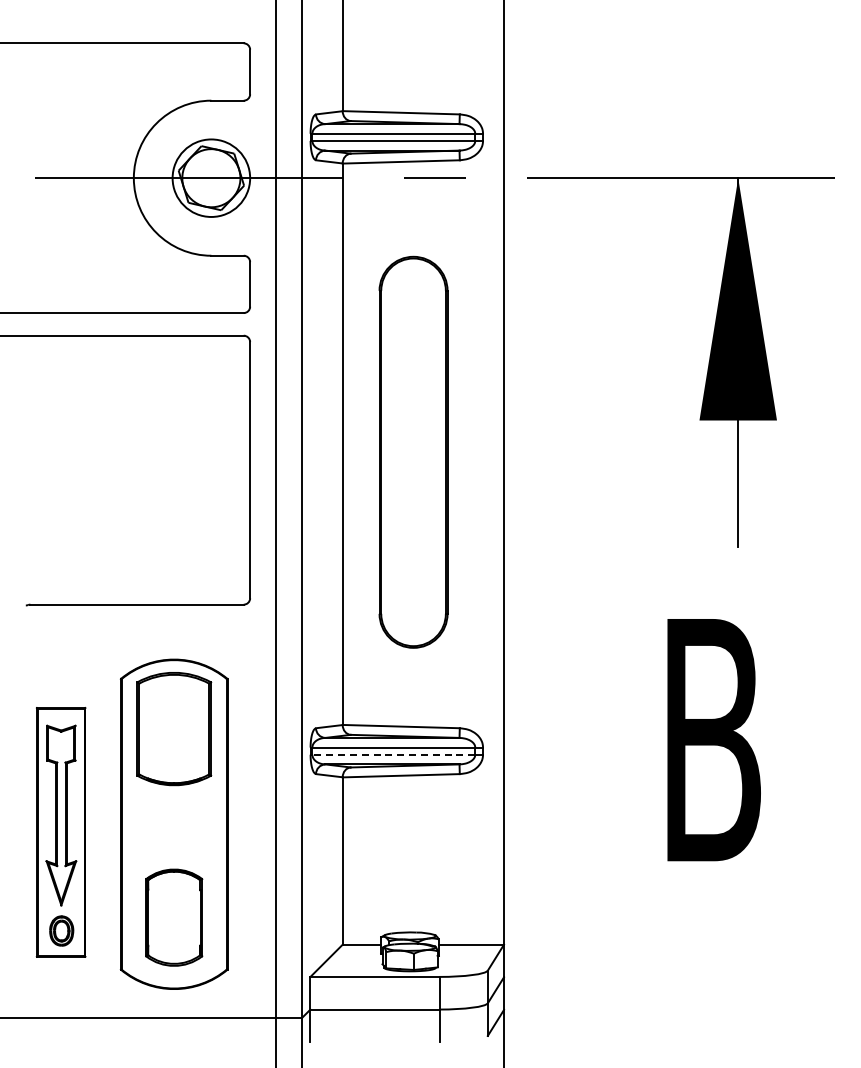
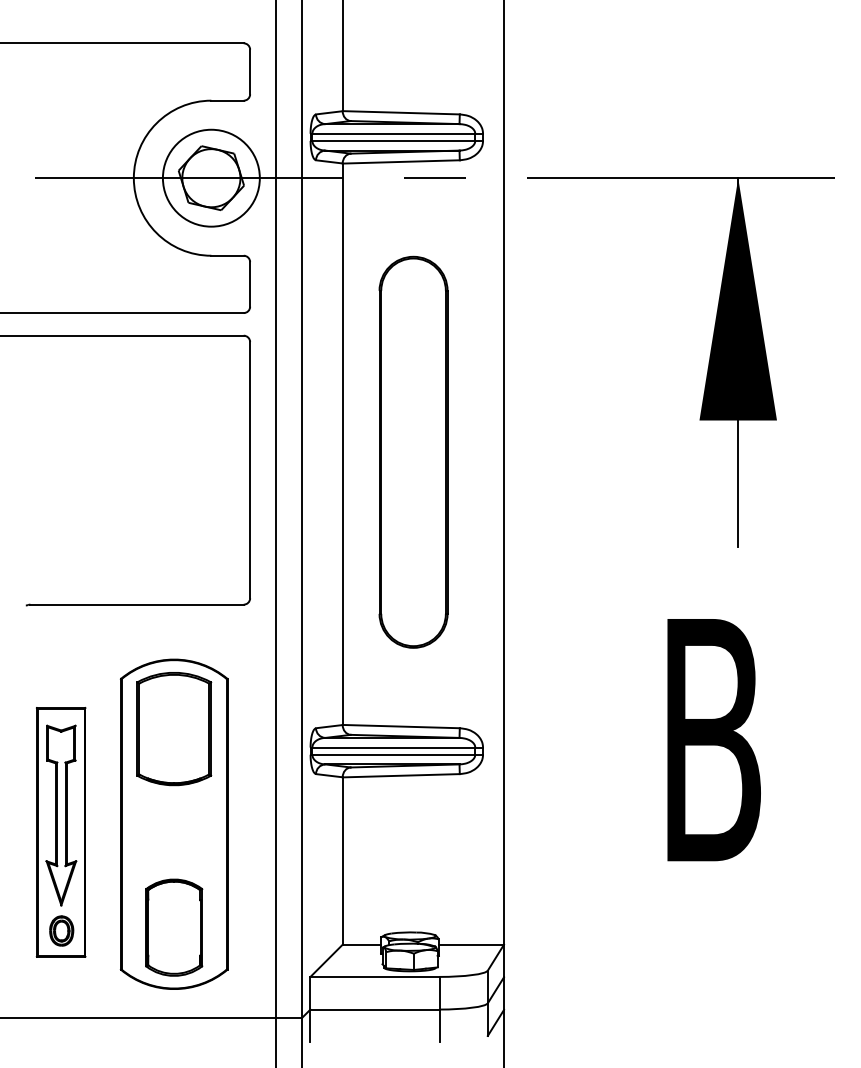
circle at (211, 177) diameter: 78 px -> 97 px
line at (393, 754): dashed -> solid
part at (174, 917) position: (174, 917) -> (174, 927)
